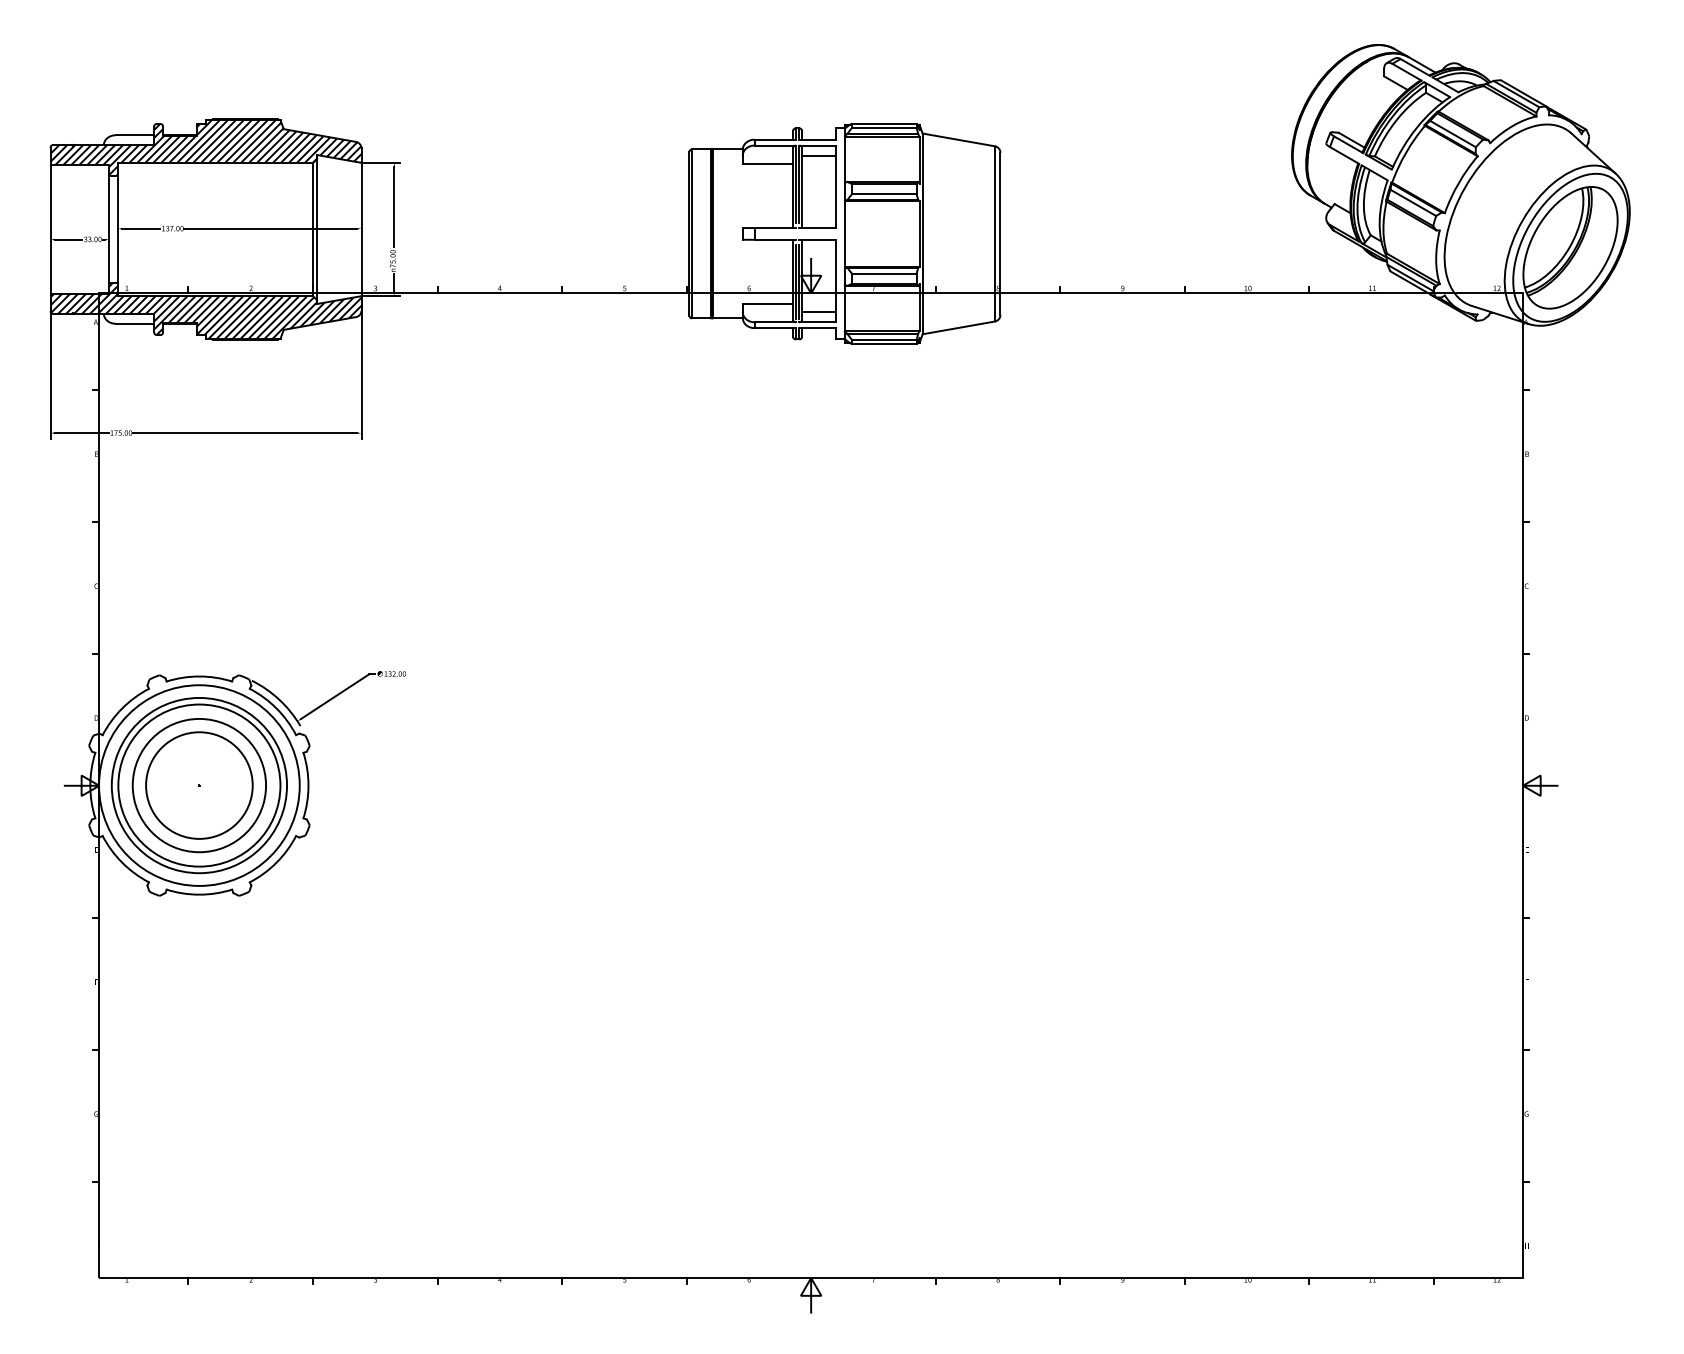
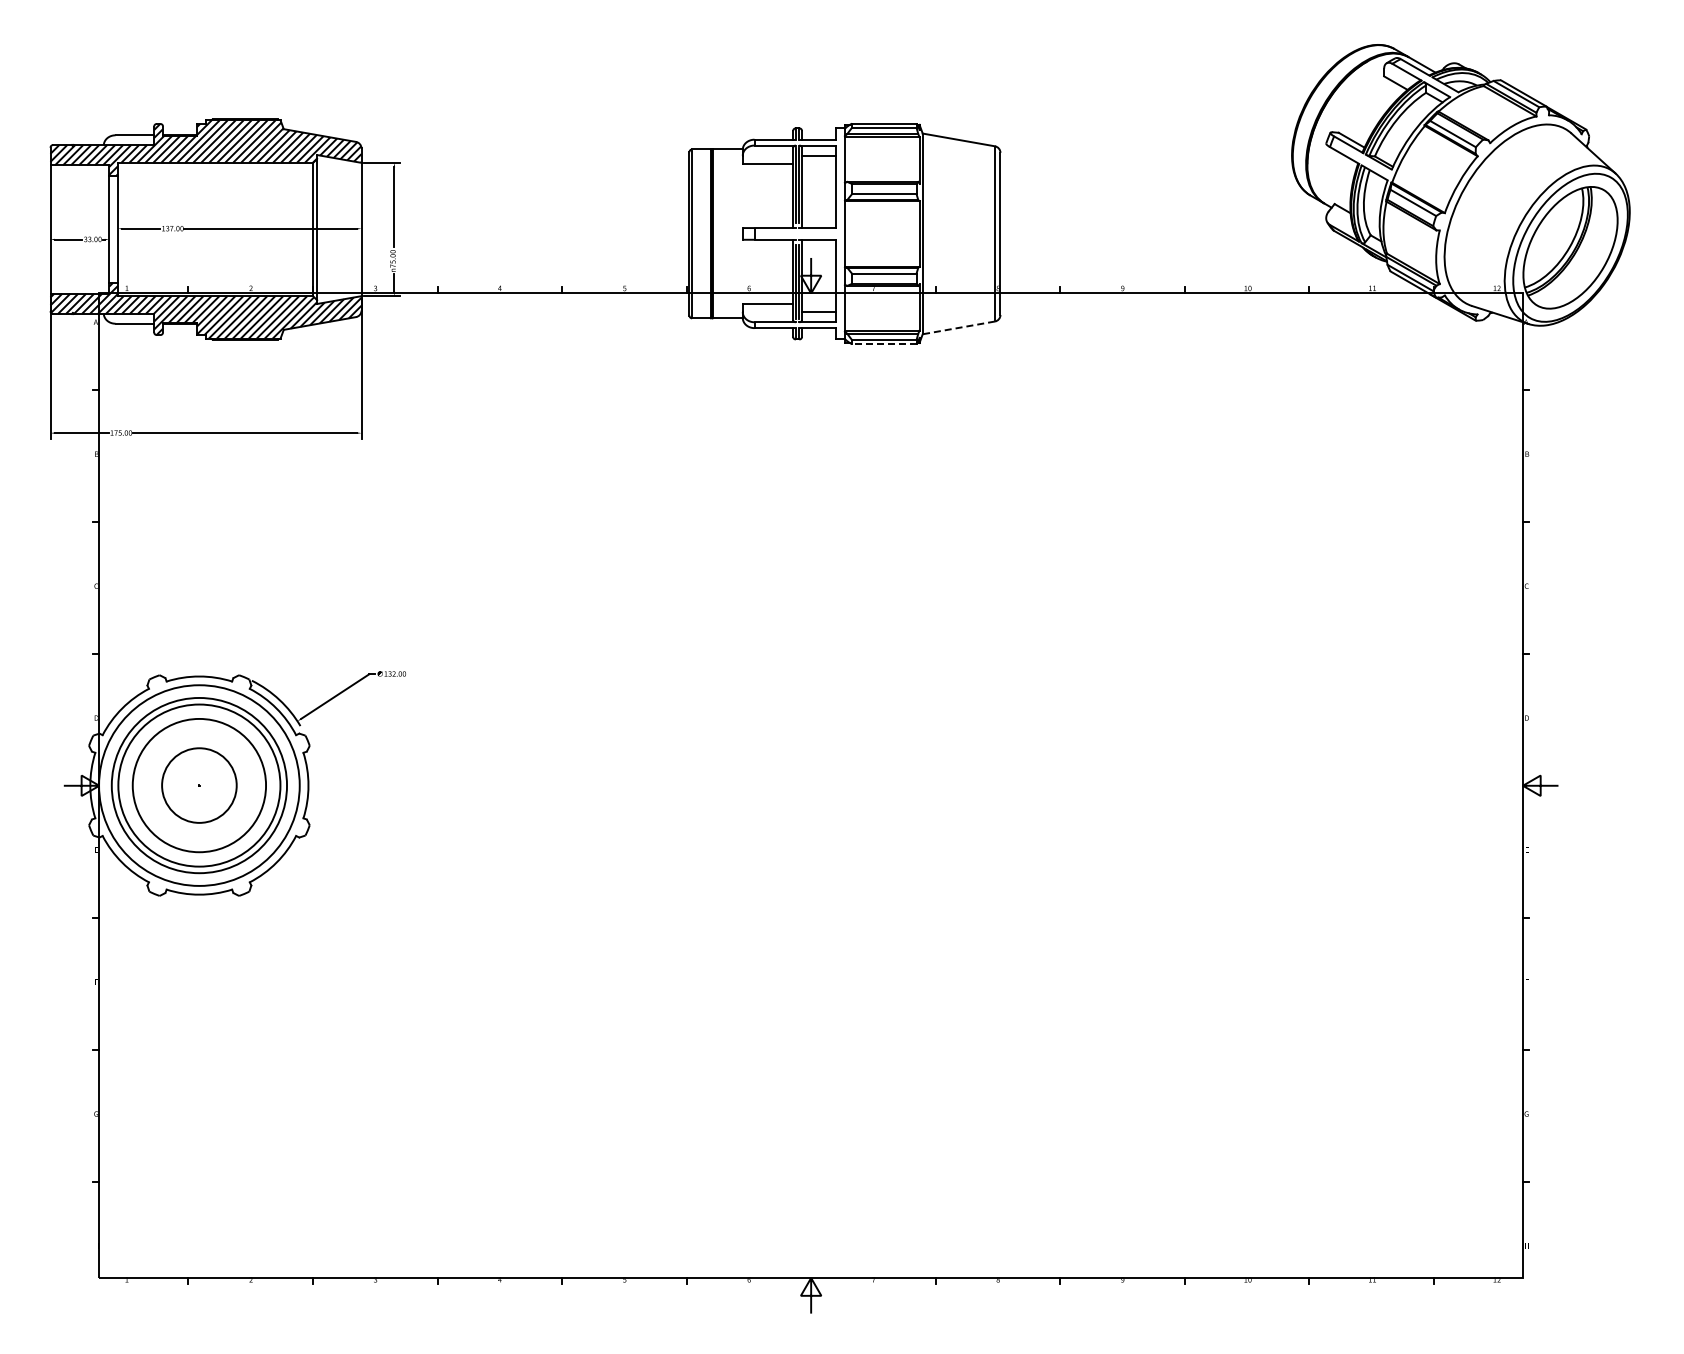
line at (958, 327): solid -> dashed
line at (883, 344): solid -> dashed
circle at (199, 785) diameter: 107 px -> 75 px
